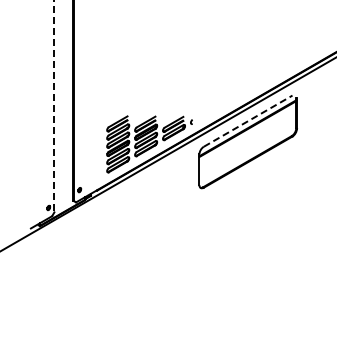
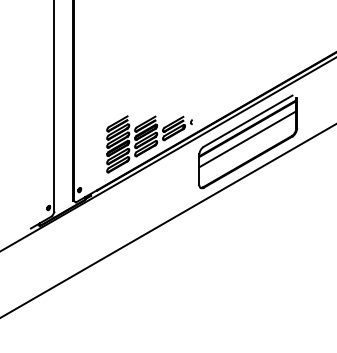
line at (54, 106): dashed -> solid
line at (248, 120): dashed -> solid
line at (247, 139): none -> present
line at (167, 220): none -> present
